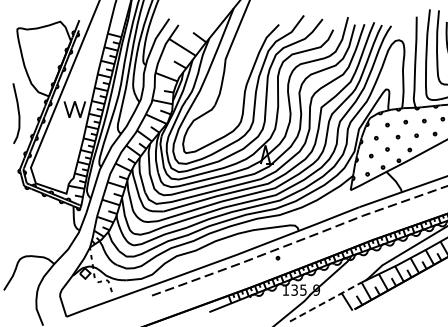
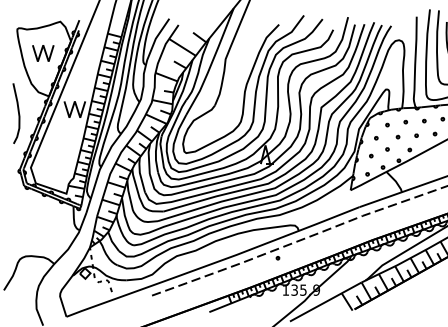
part at (43, 53): none -> present
line at (325, 302): dashed -> solid
